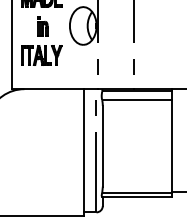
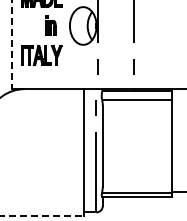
part at (42, 26) position: (42, 26) -> (50, 25)
line at (11, 45): solid -> dashed
line at (42, 215): solid -> dashed
